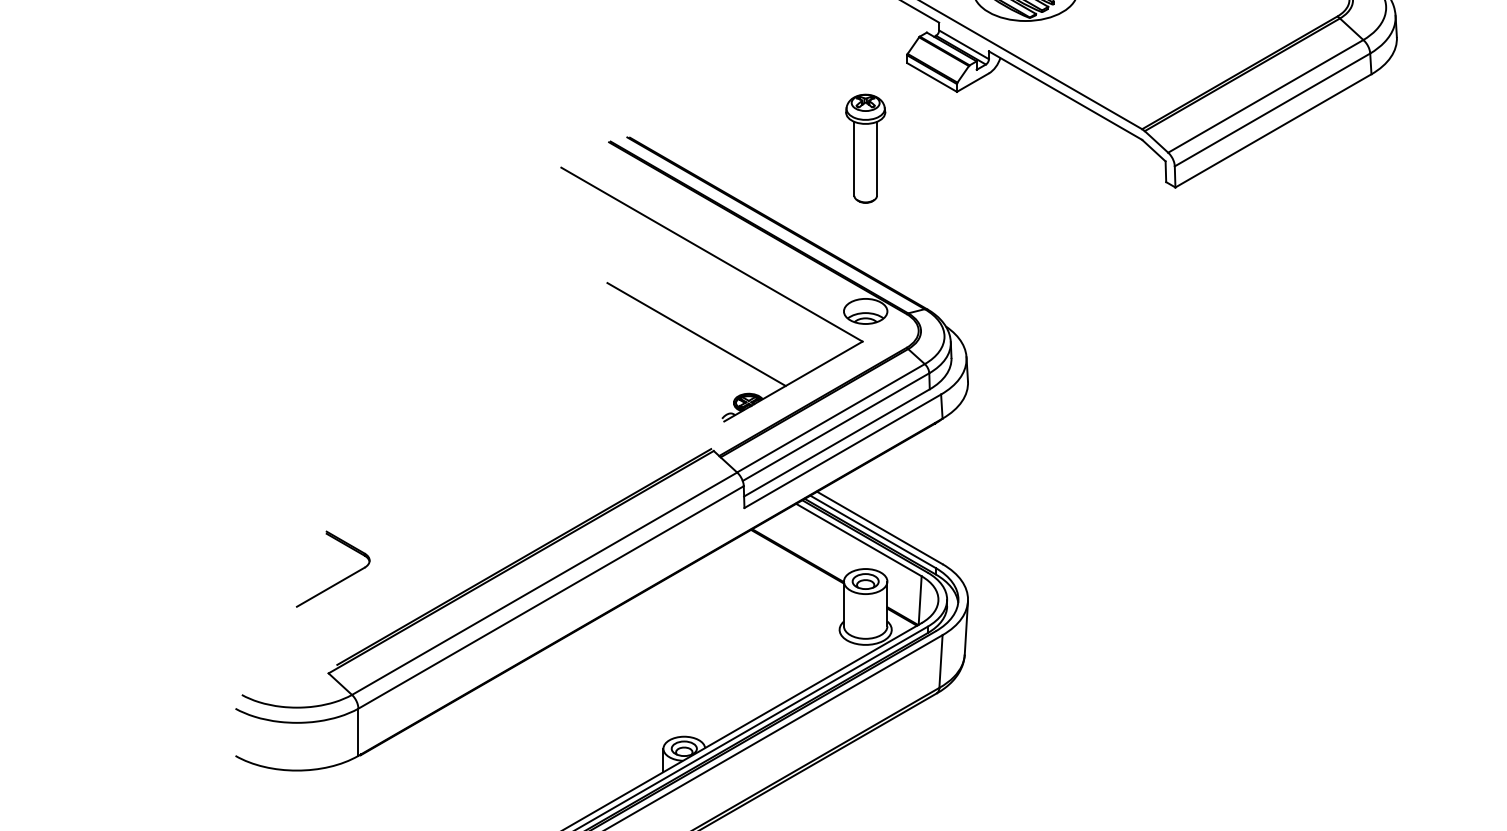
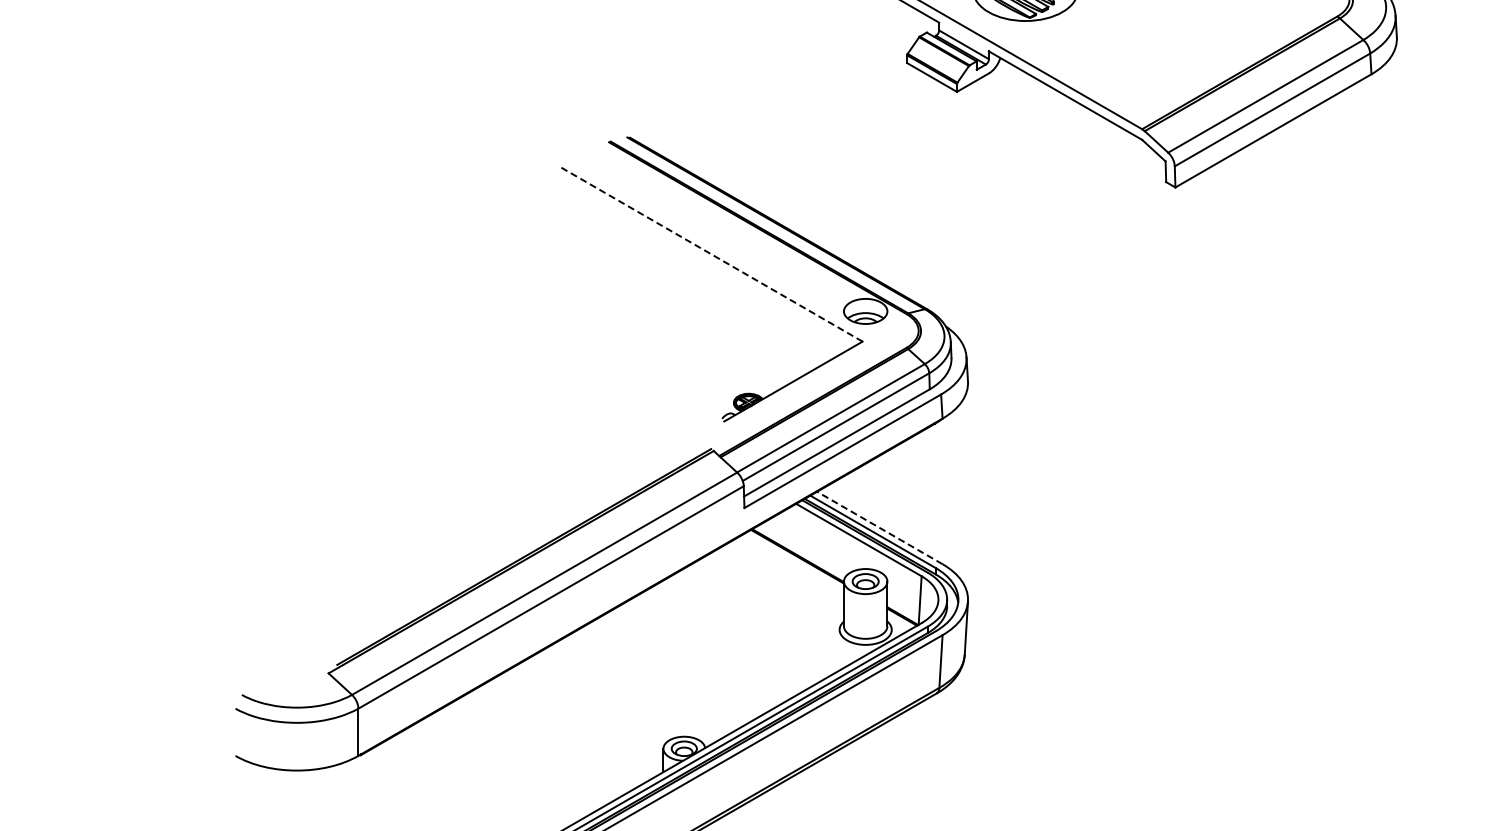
part at (865, 148): present -> none
line at (711, 254): solid -> dashed
line at (696, 334): present -> none
line at (879, 527): solid -> dashed
part at (338, 581): present -> none
